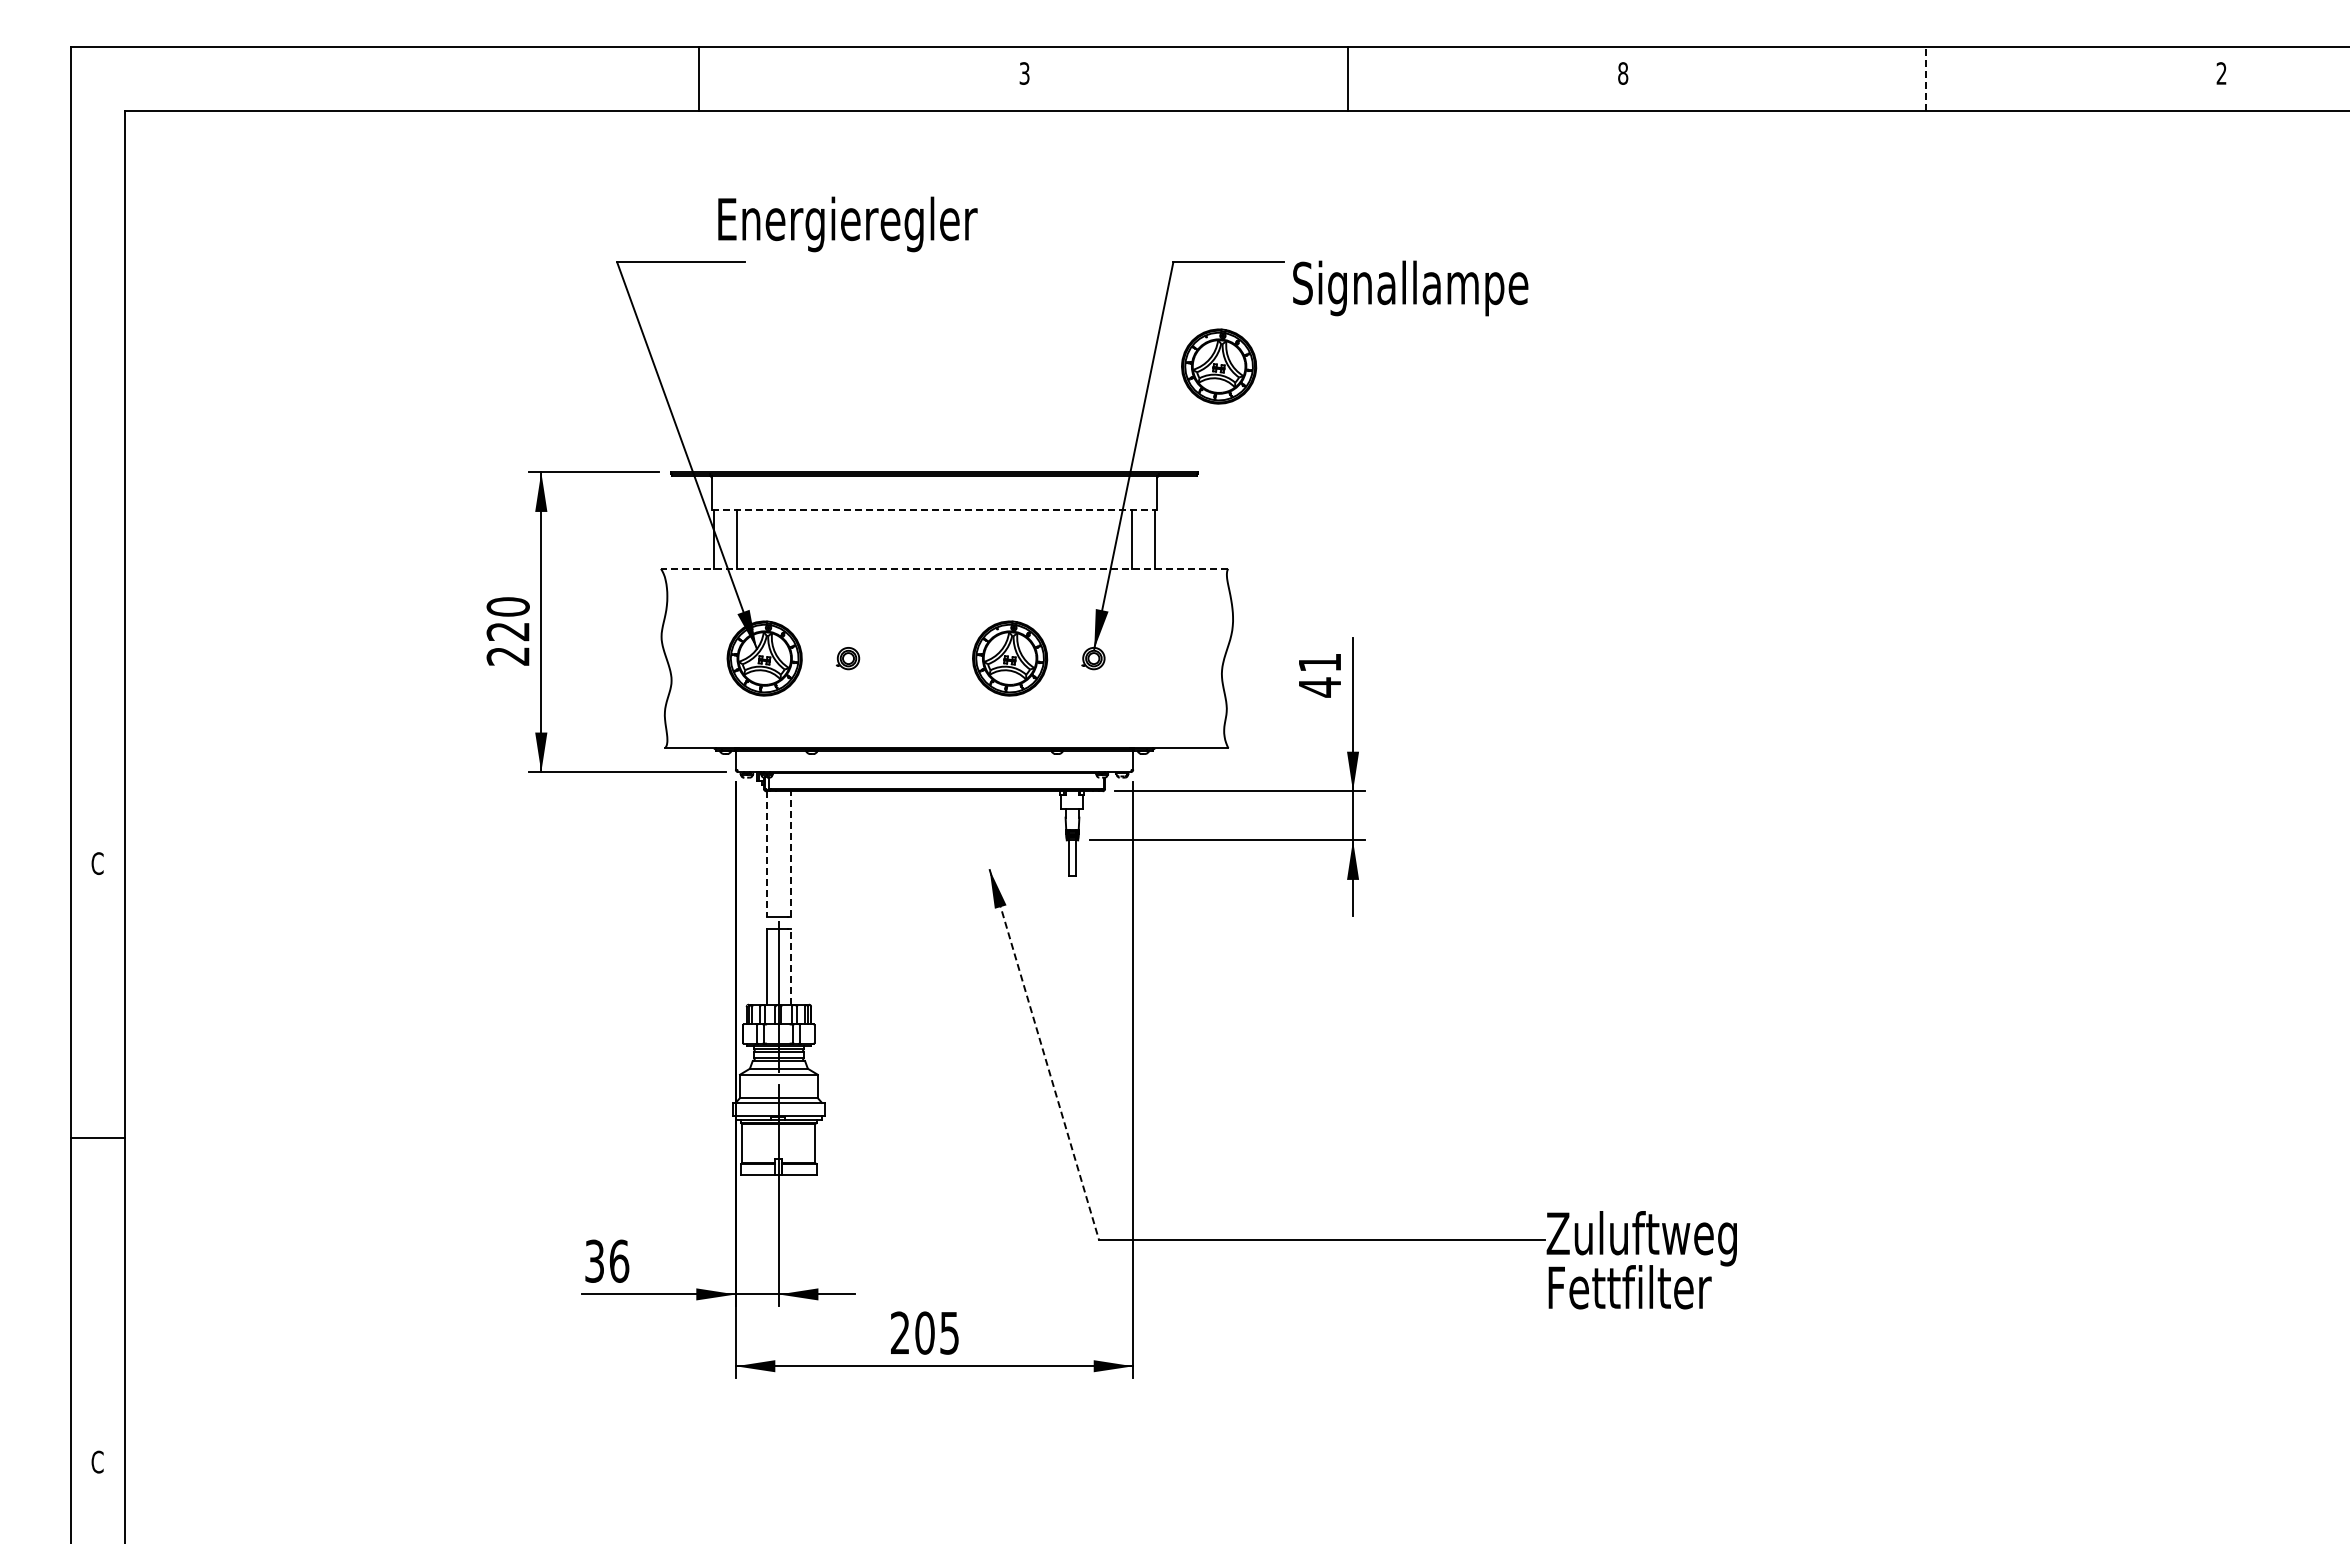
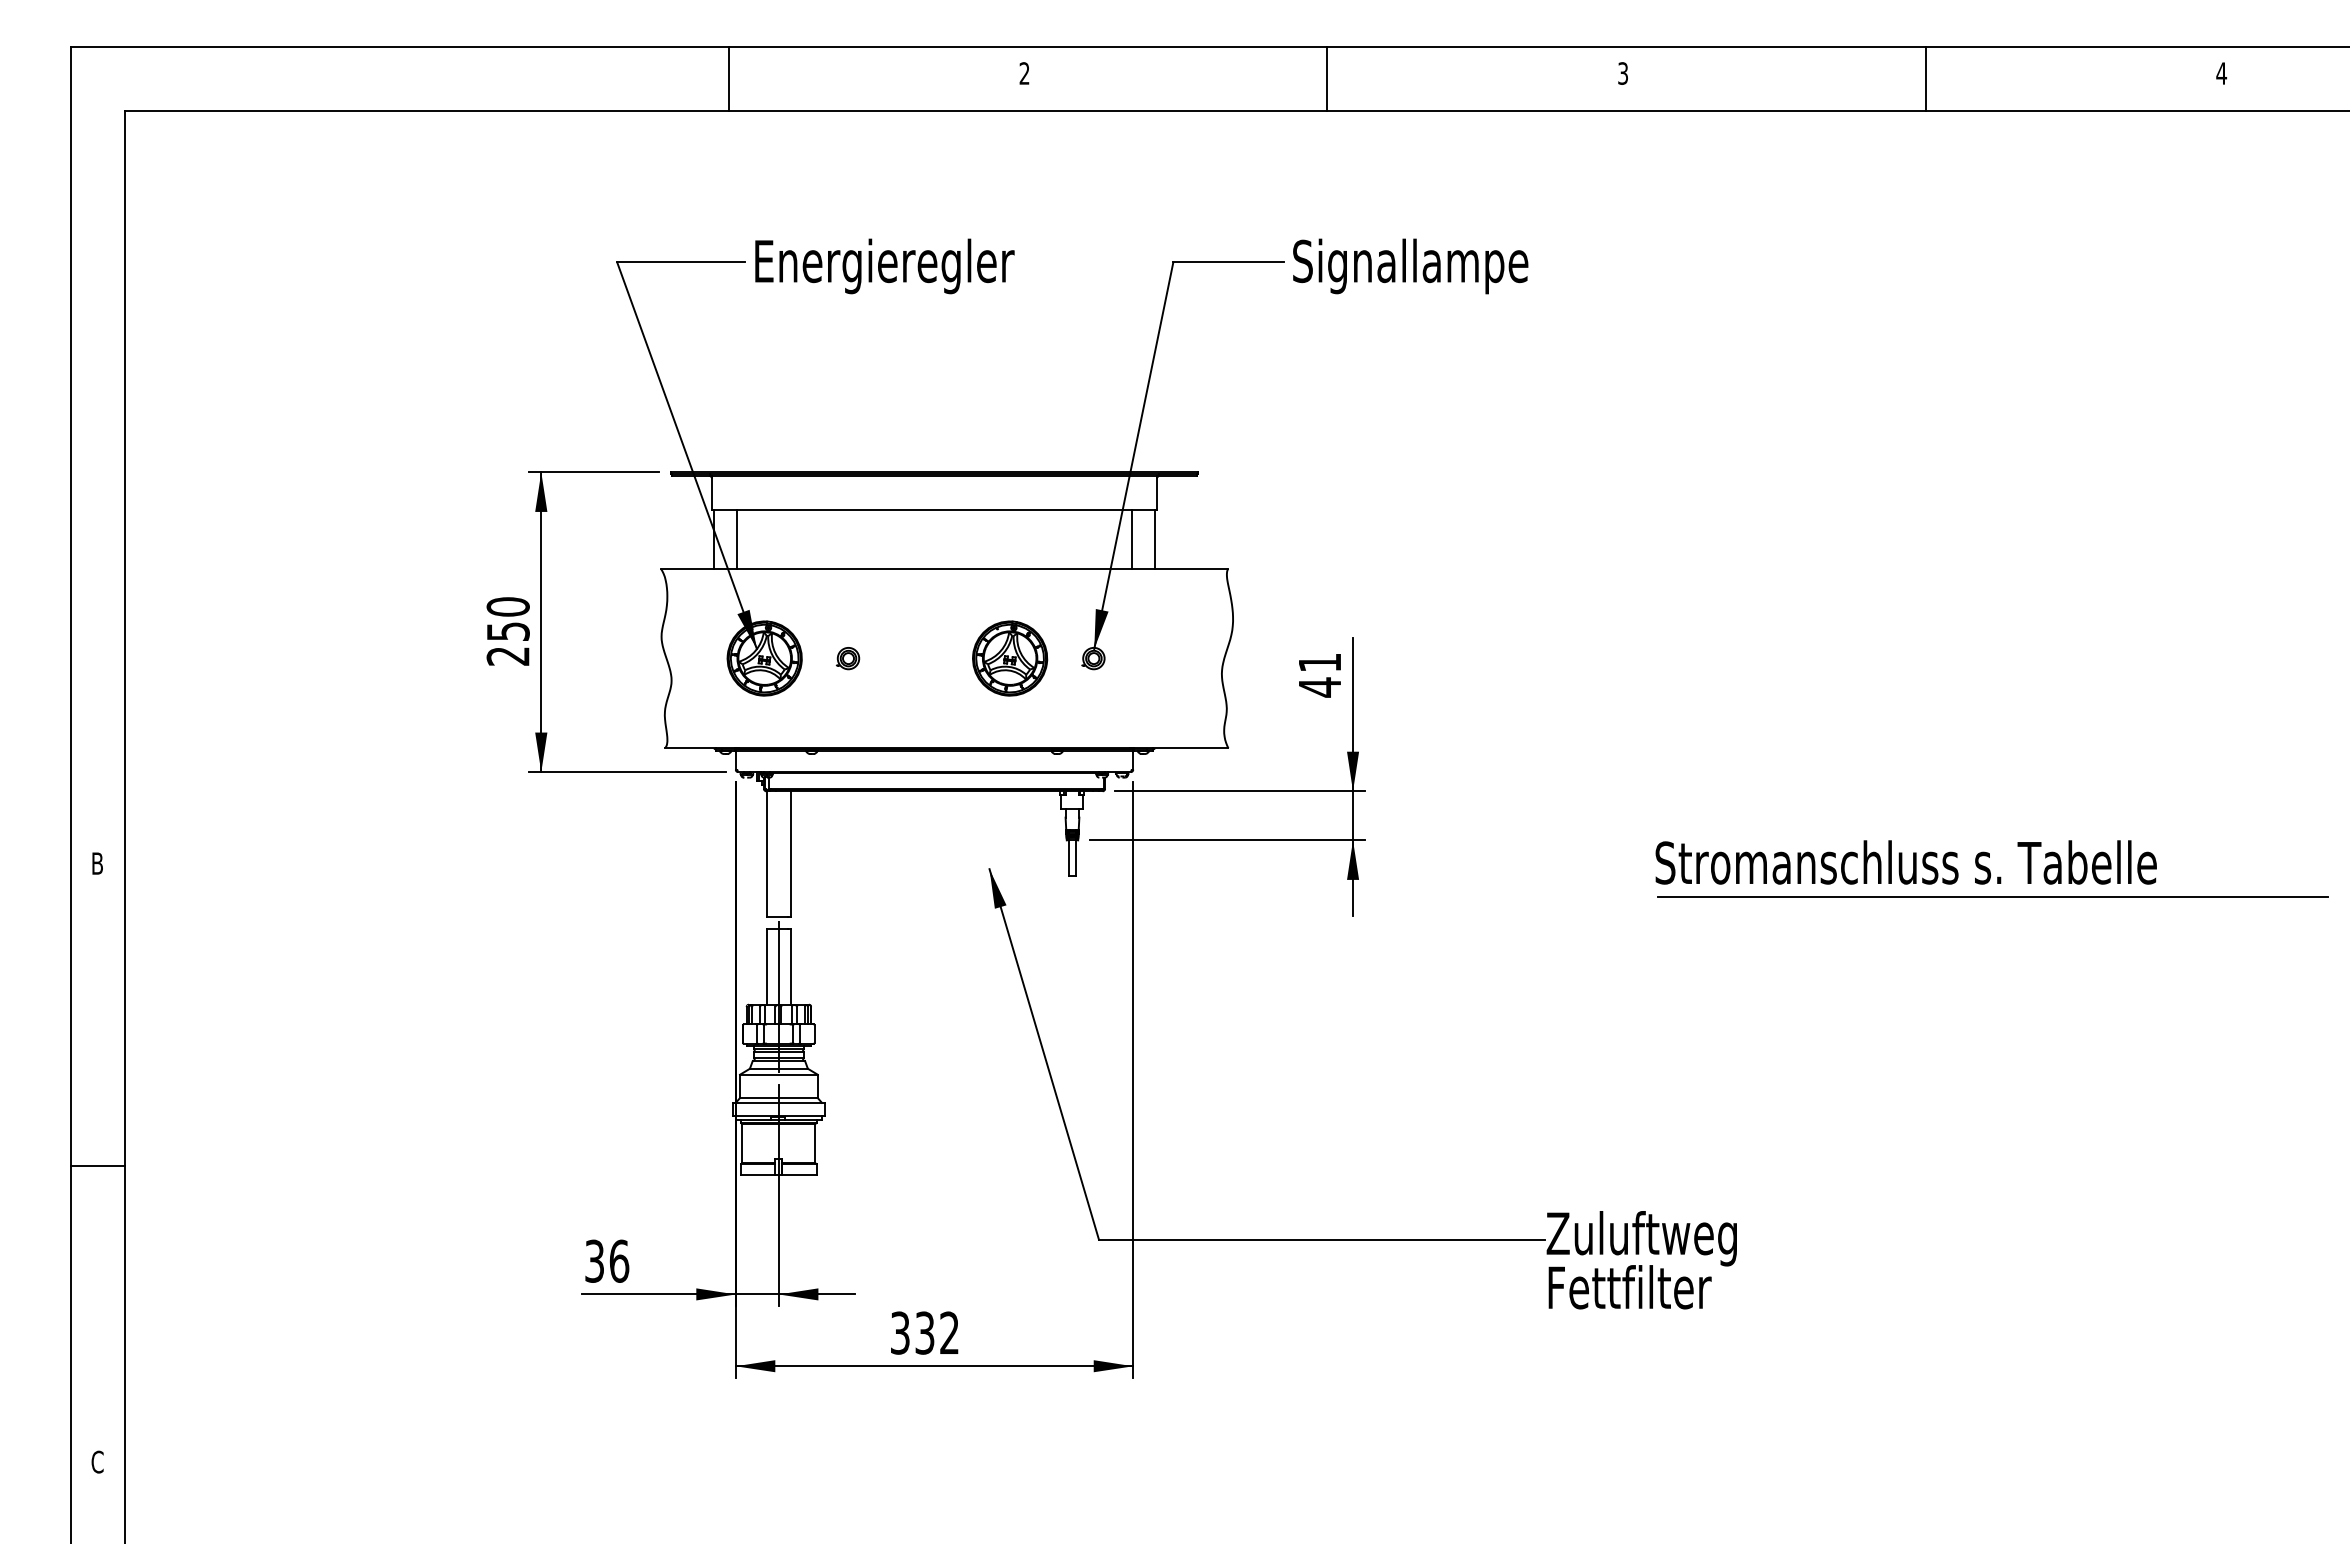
text at (1024, 73): 3 -> 2
text at (1623, 73): 8 -> 3
text at (2221, 73): 2 -> 4
line at (698, 78) position: (698, 78) -> (728, 78)
line at (1348, 78) position: (1348, 78) -> (1327, 78)
line at (1925, 78): dashed -> solid
text at (847, 224) position: (847, 224) -> (884, 266)
text at (1410, 288) position: (1410, 288) -> (1410, 266)
part at (1219, 366): present -> none
line at (934, 510): dashed -> solid
line at (944, 568): dashed -> solid
text at (507, 631): 220 -> 250
line at (790, 853): dashed -> solid
line at (766, 854): dashed -> solid
text at (97, 863): C -> B
part at (1991, 868): none -> present
line at (790, 967): dashed -> solid
line at (1044, 1054): dashed -> solid
line at (97, 1137) position: (97, 1137) -> (97, 1165)
text at (924, 1332): 205 -> 332
